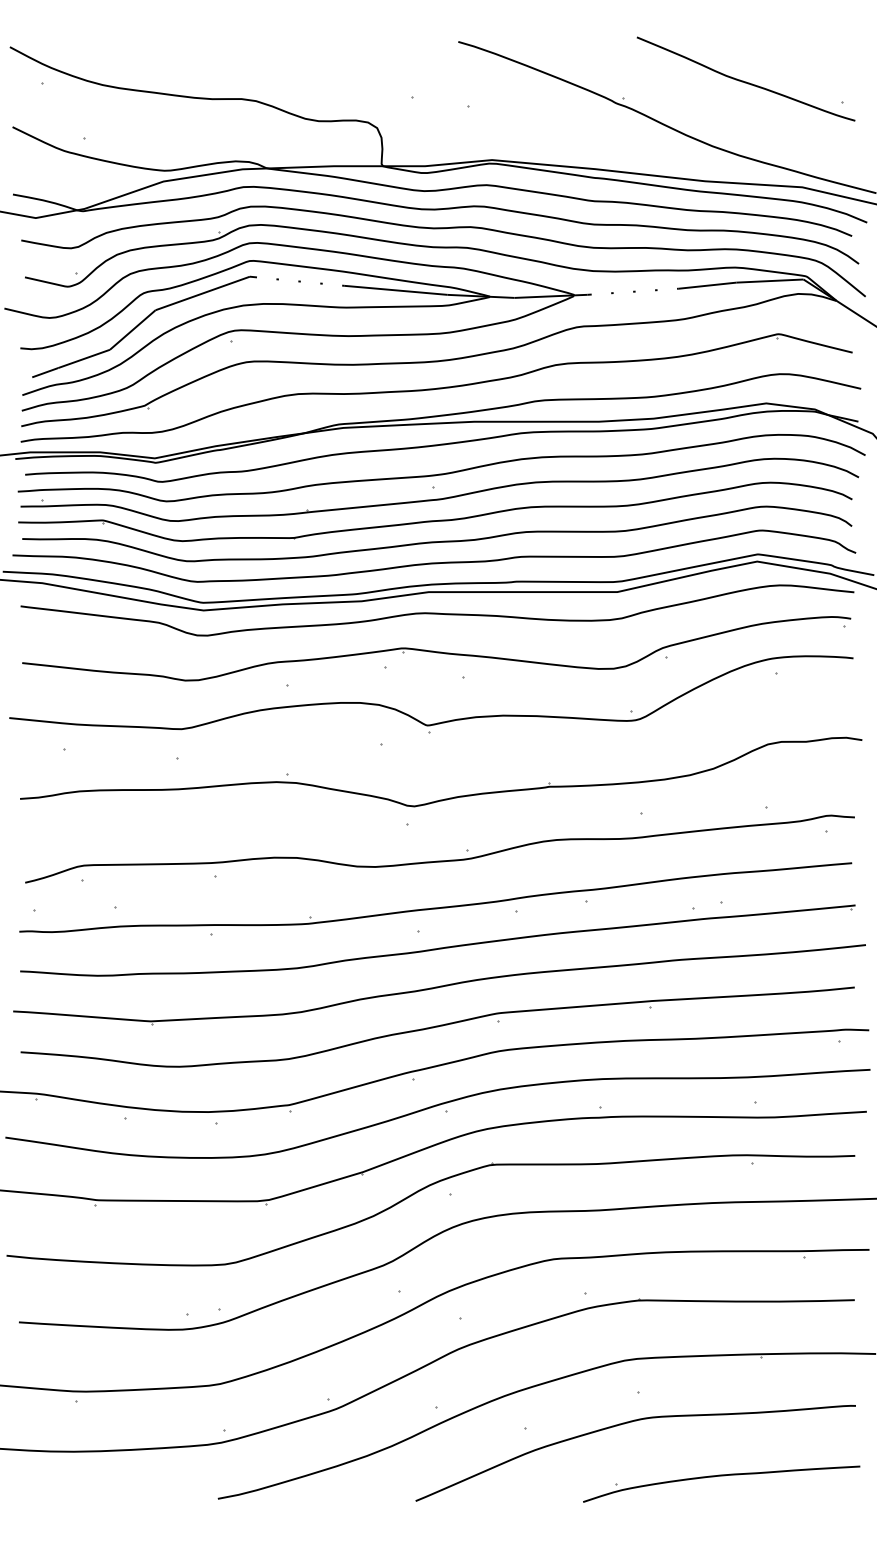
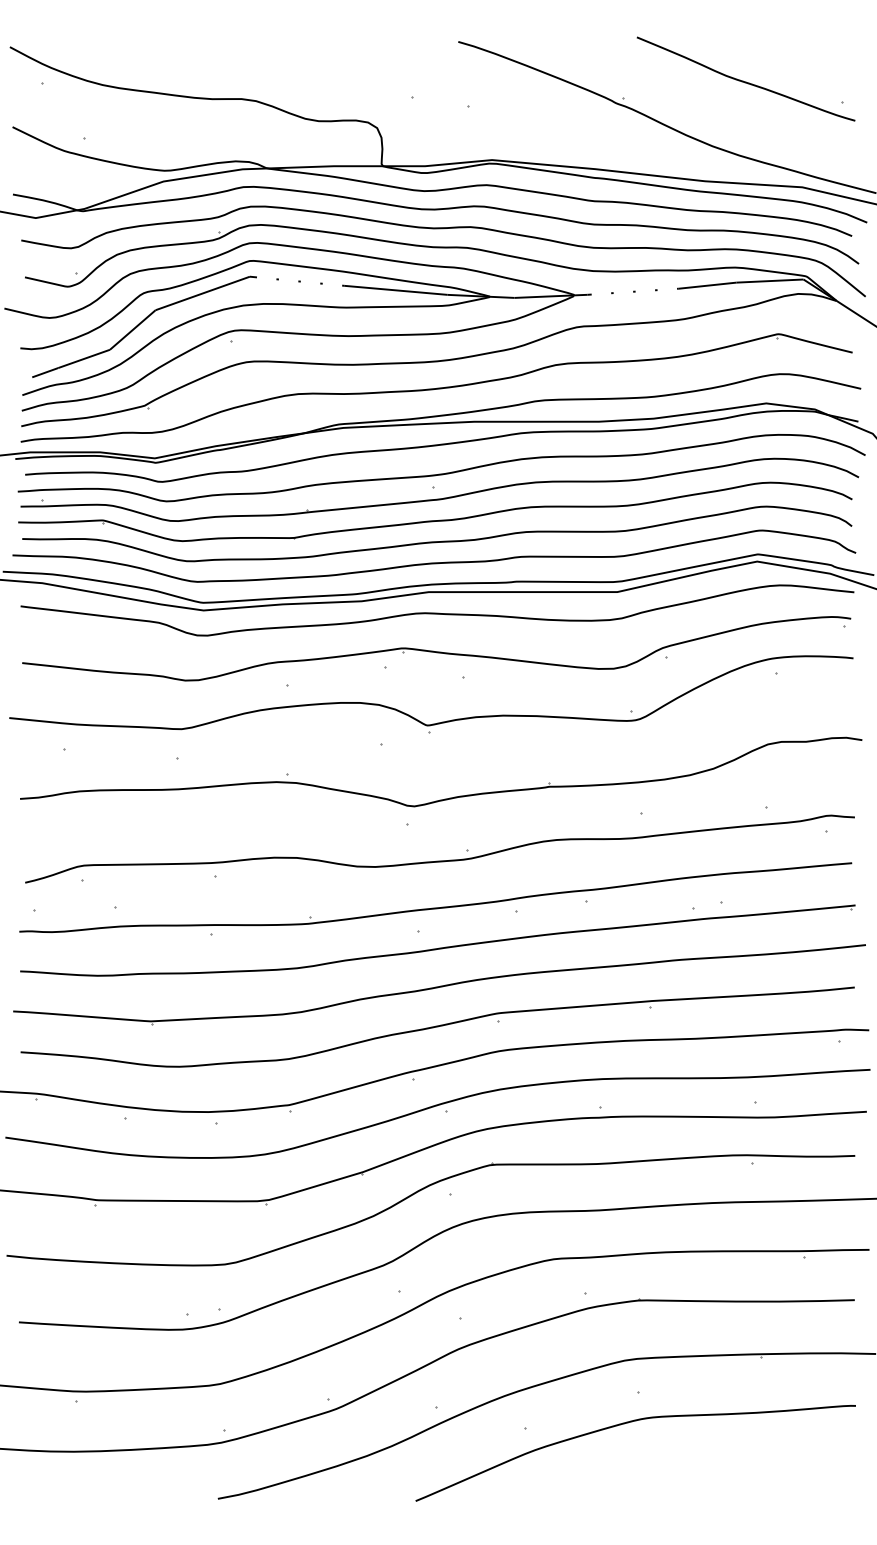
part at (721, 1476): present -> none
